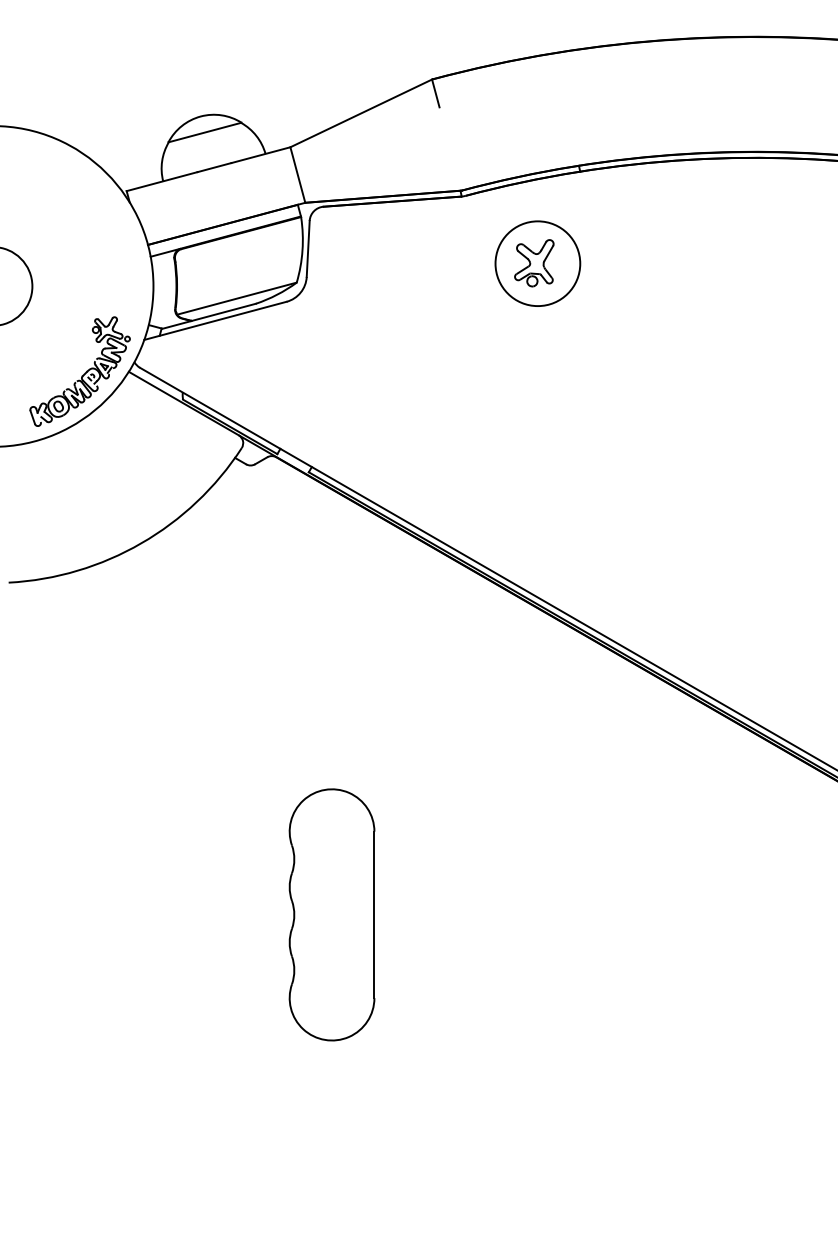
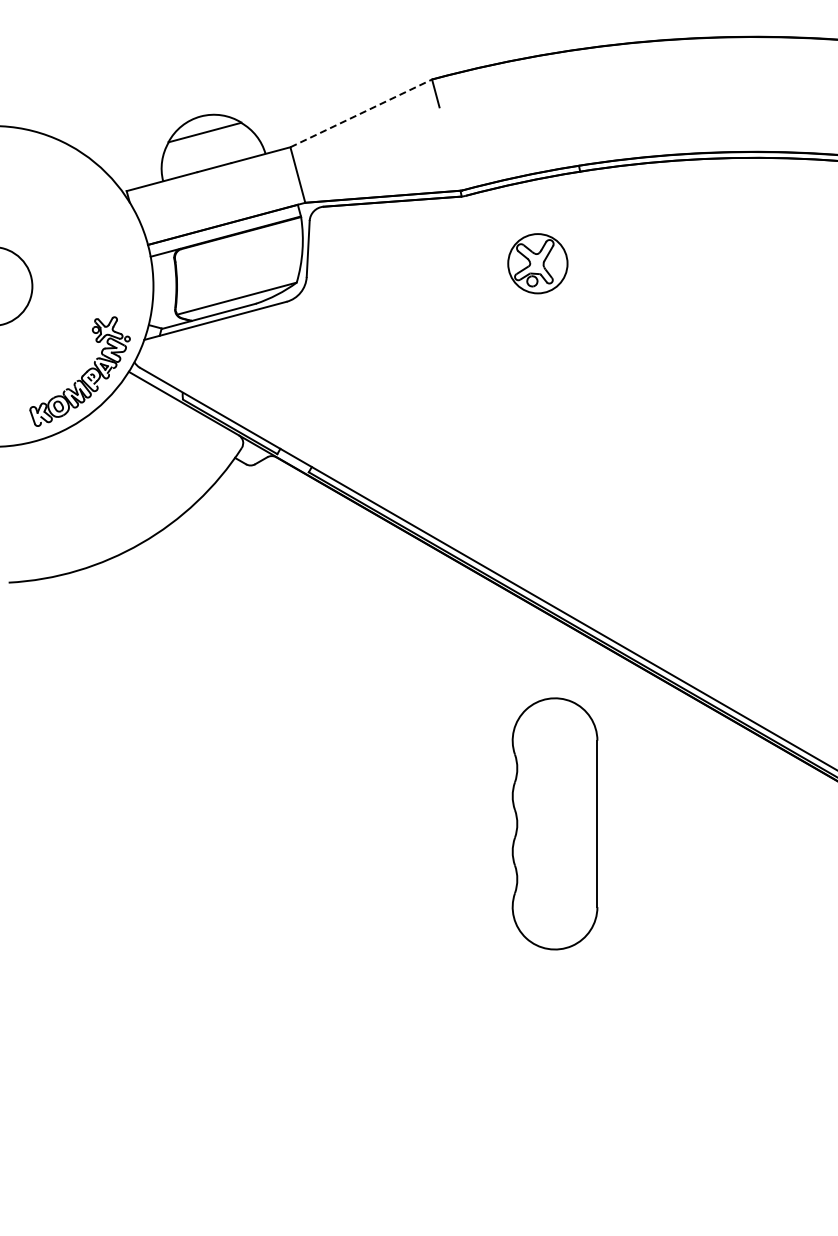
line at (361, 113): solid -> dashed
circle at (537, 263) diameter: 85 px -> 59 px
part at (331, 914) position: (331, 914) -> (554, 823)
